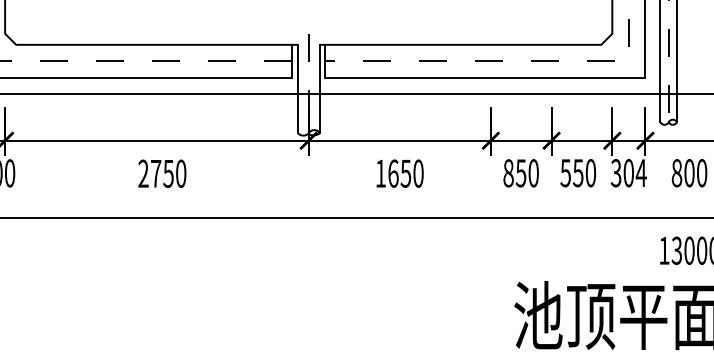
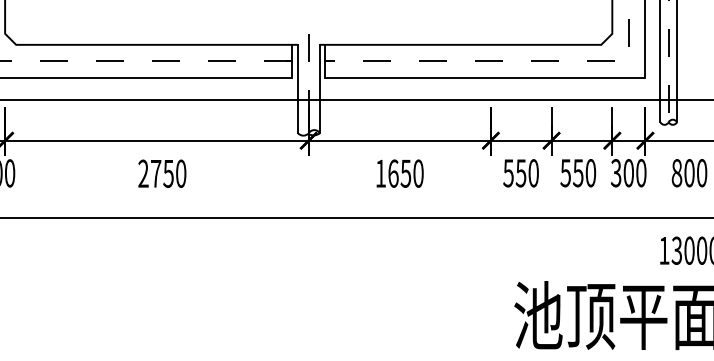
line at (356, 94) position: (356, 94) -> (356, 100)
text at (508, 173): 850 -> 550
text at (640, 173): 304 -> 300
